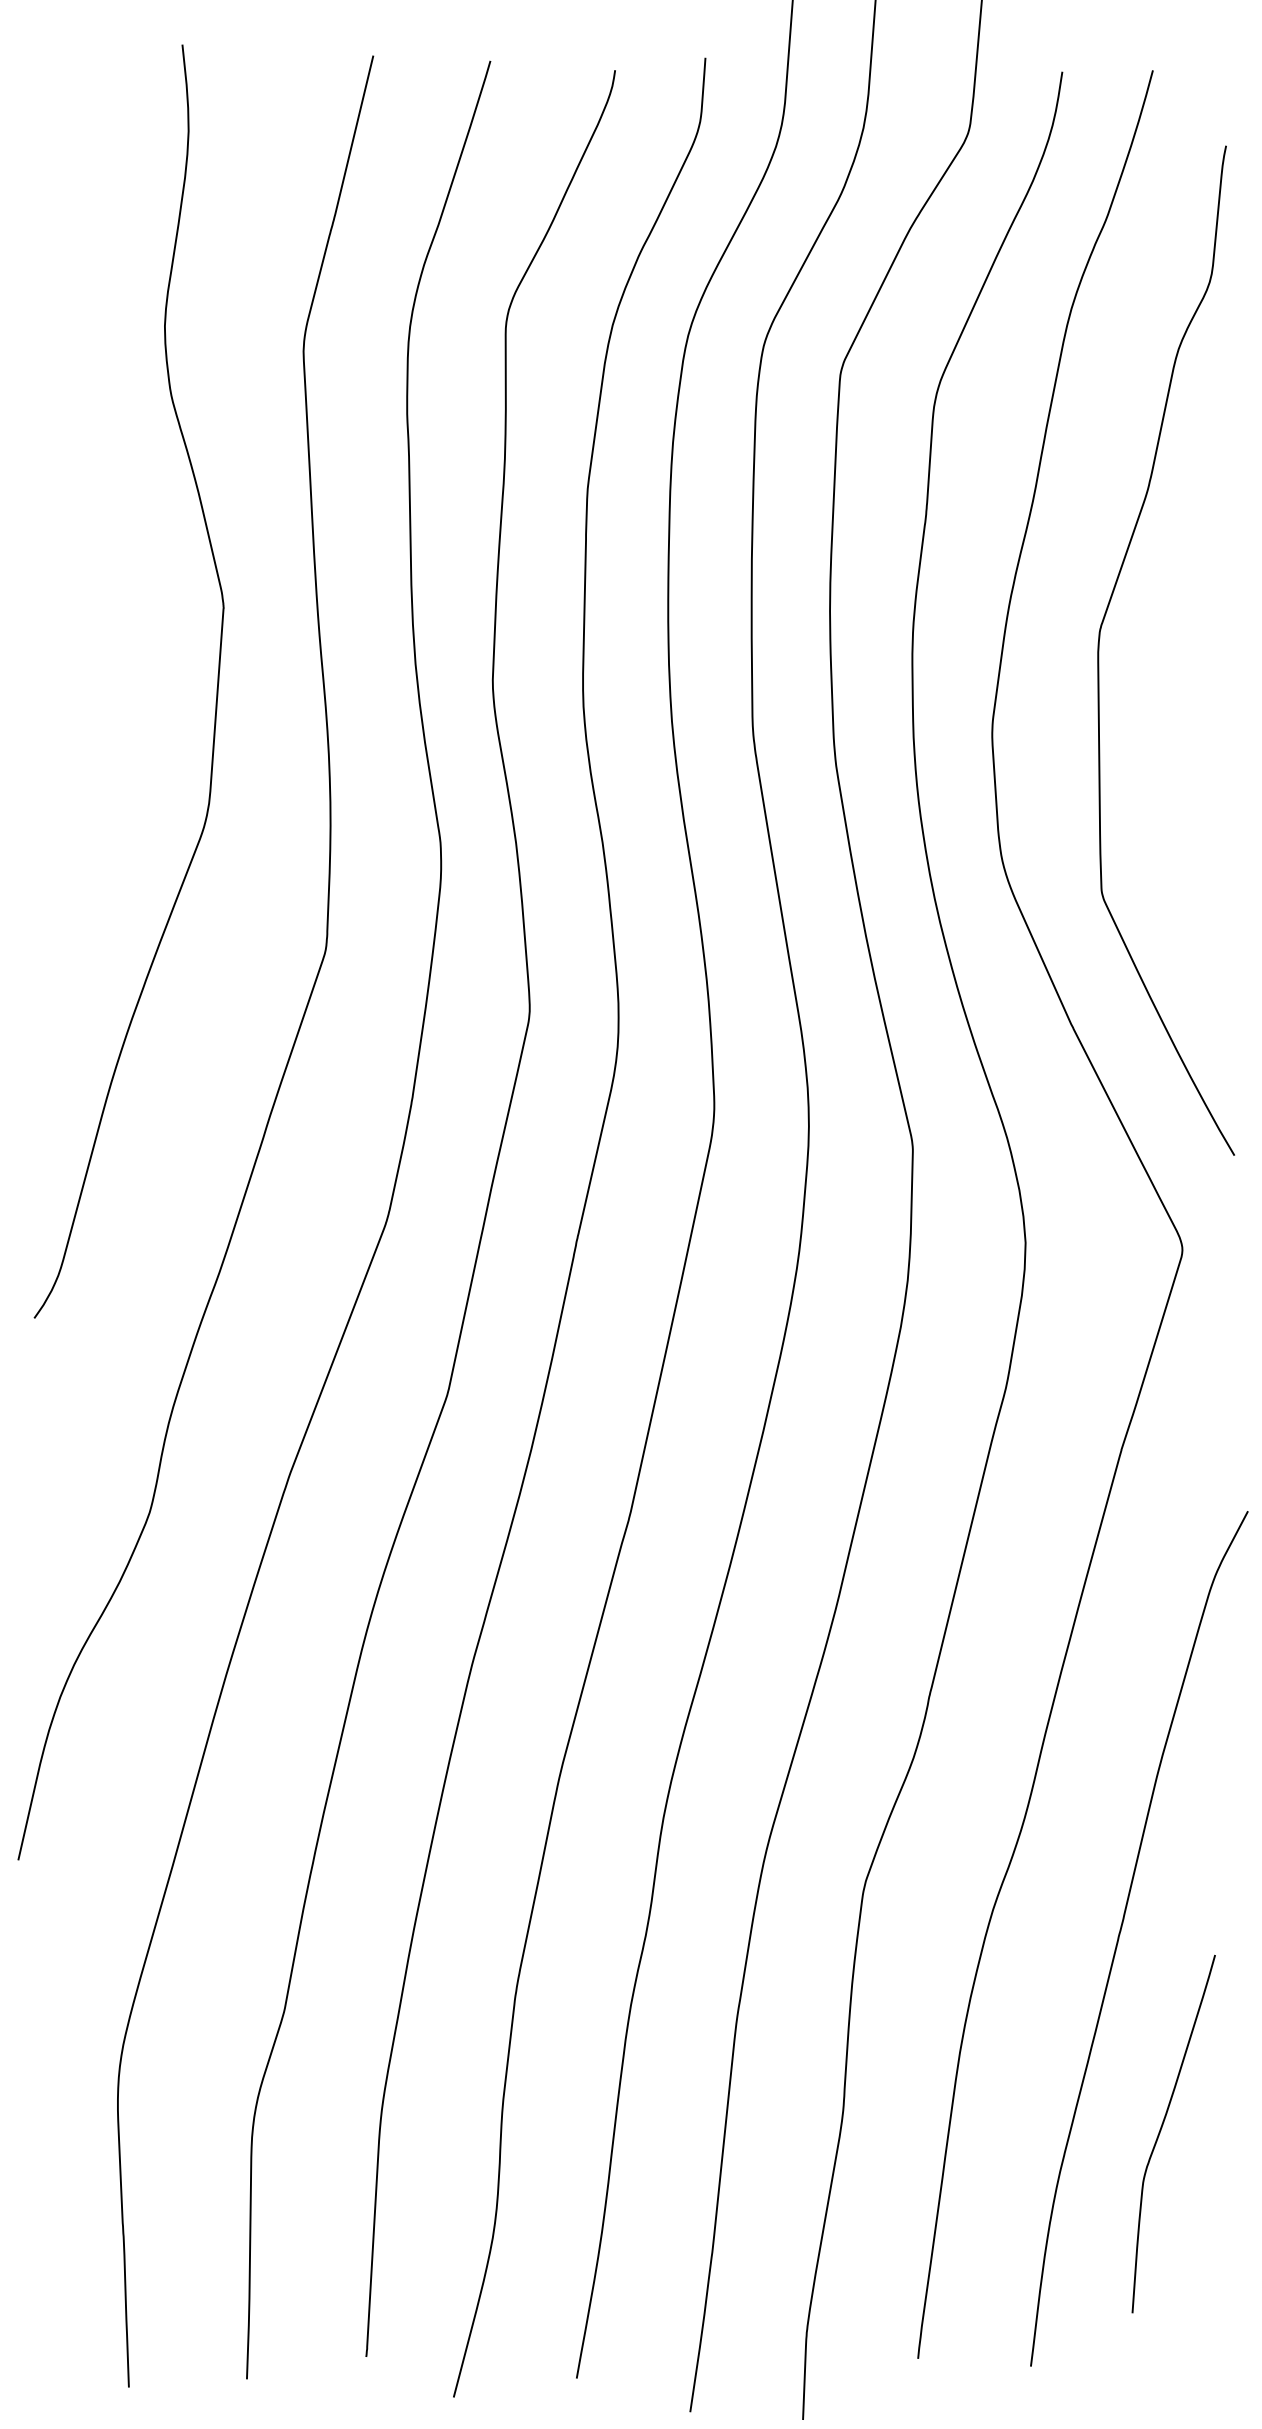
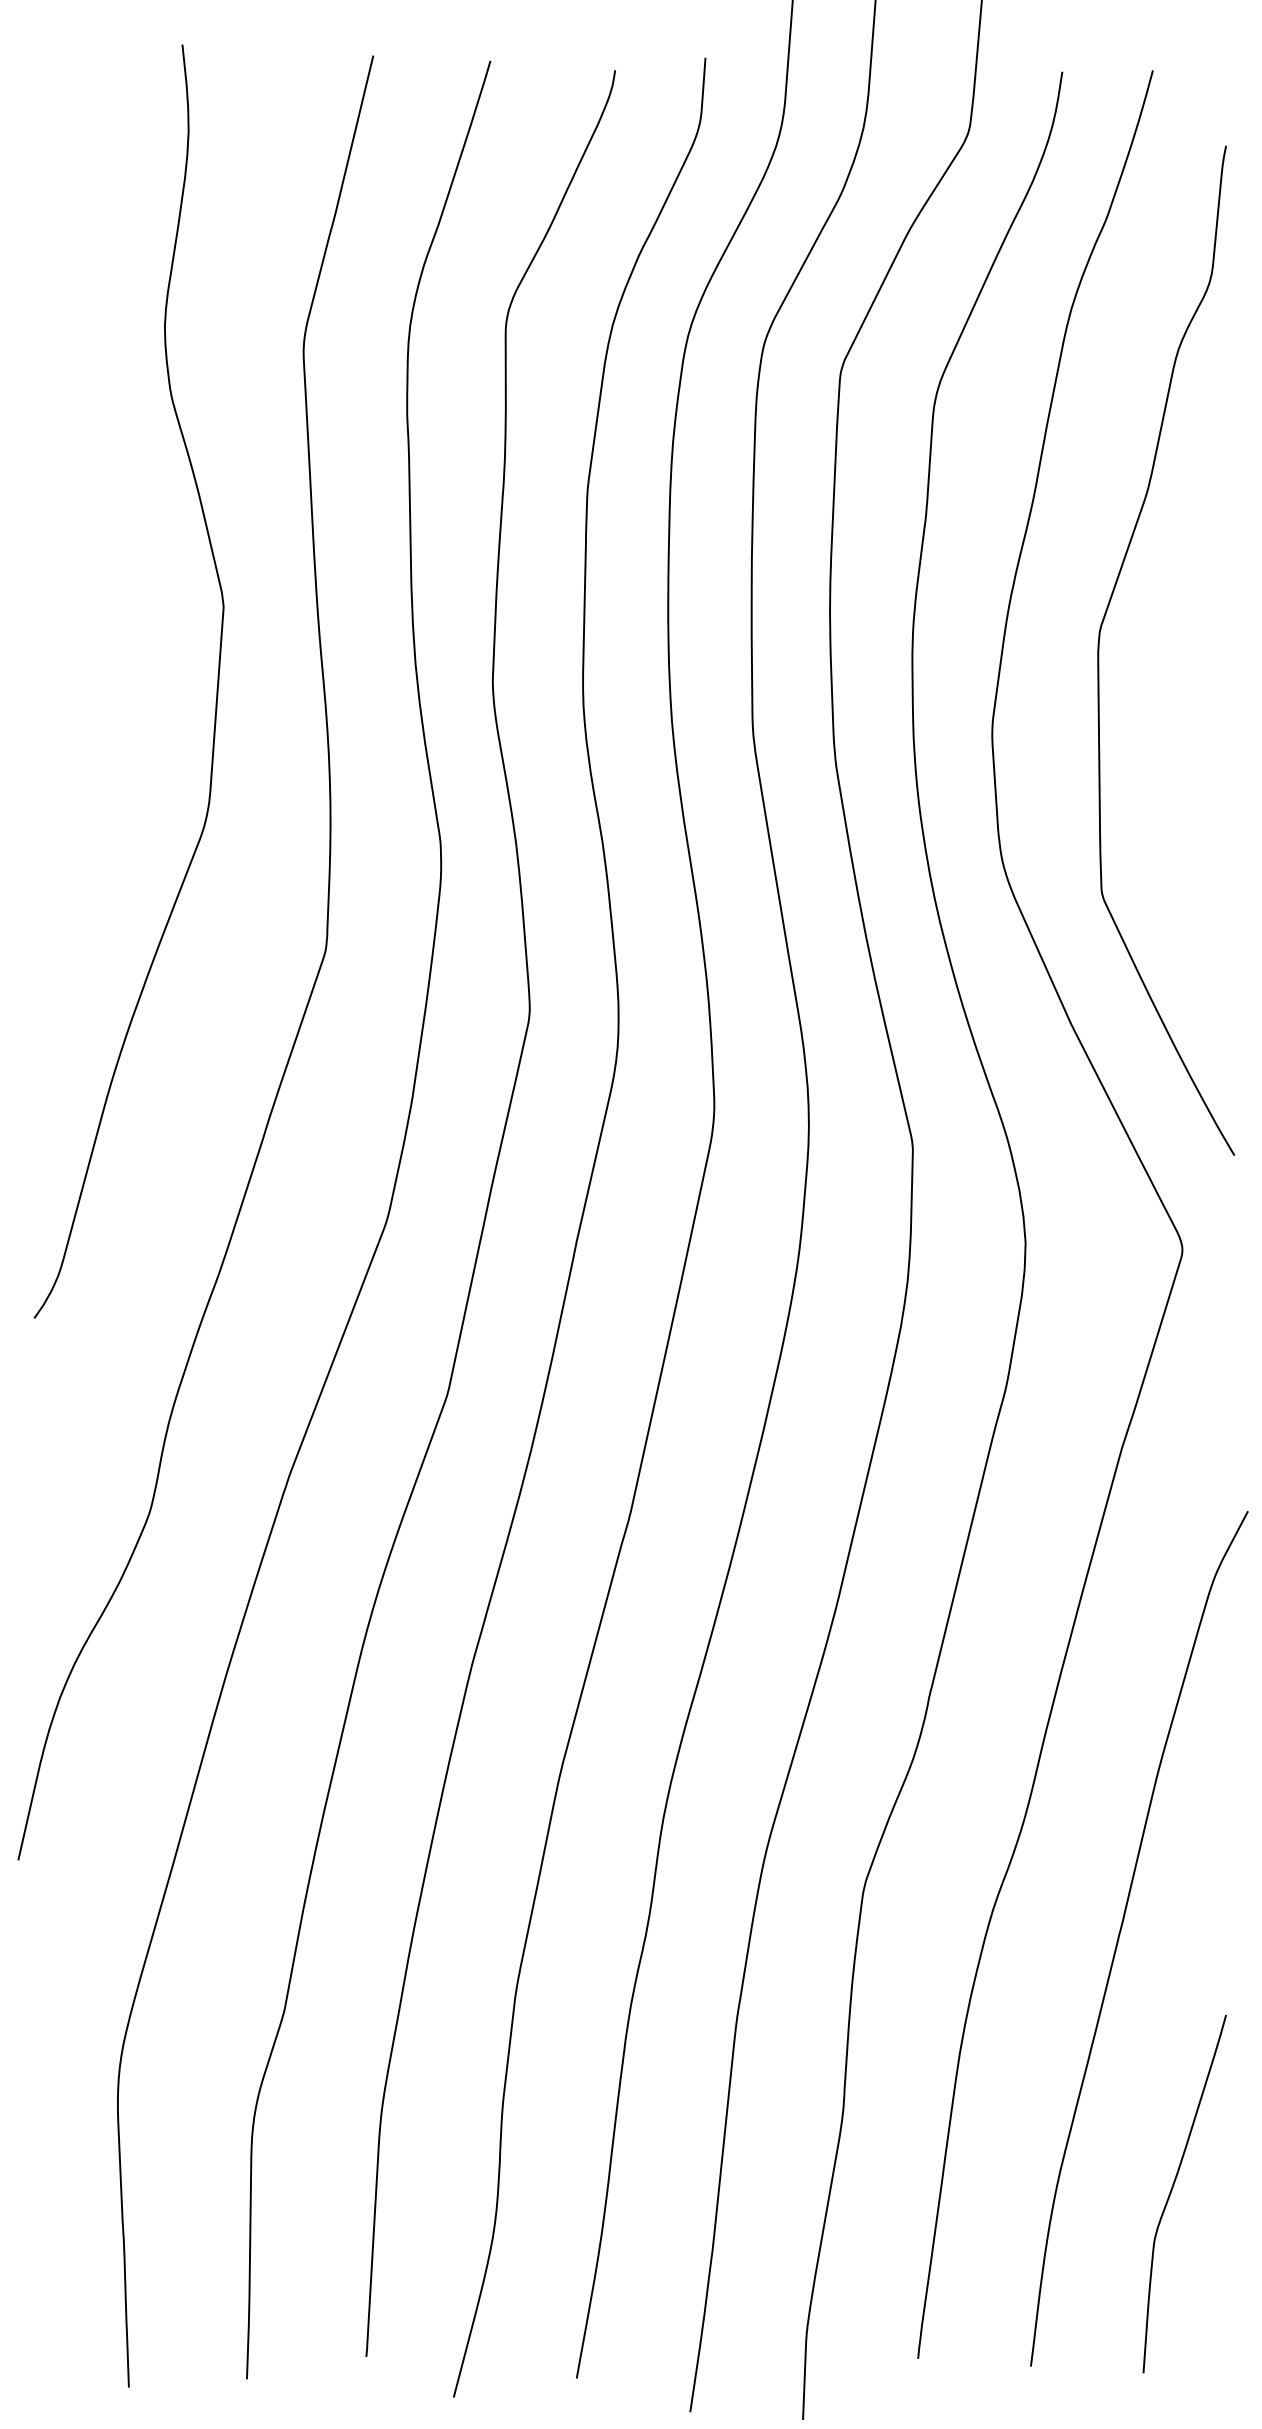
curve at (1162, 2128) position: (1162, 2128) -> (1173, 2188)
